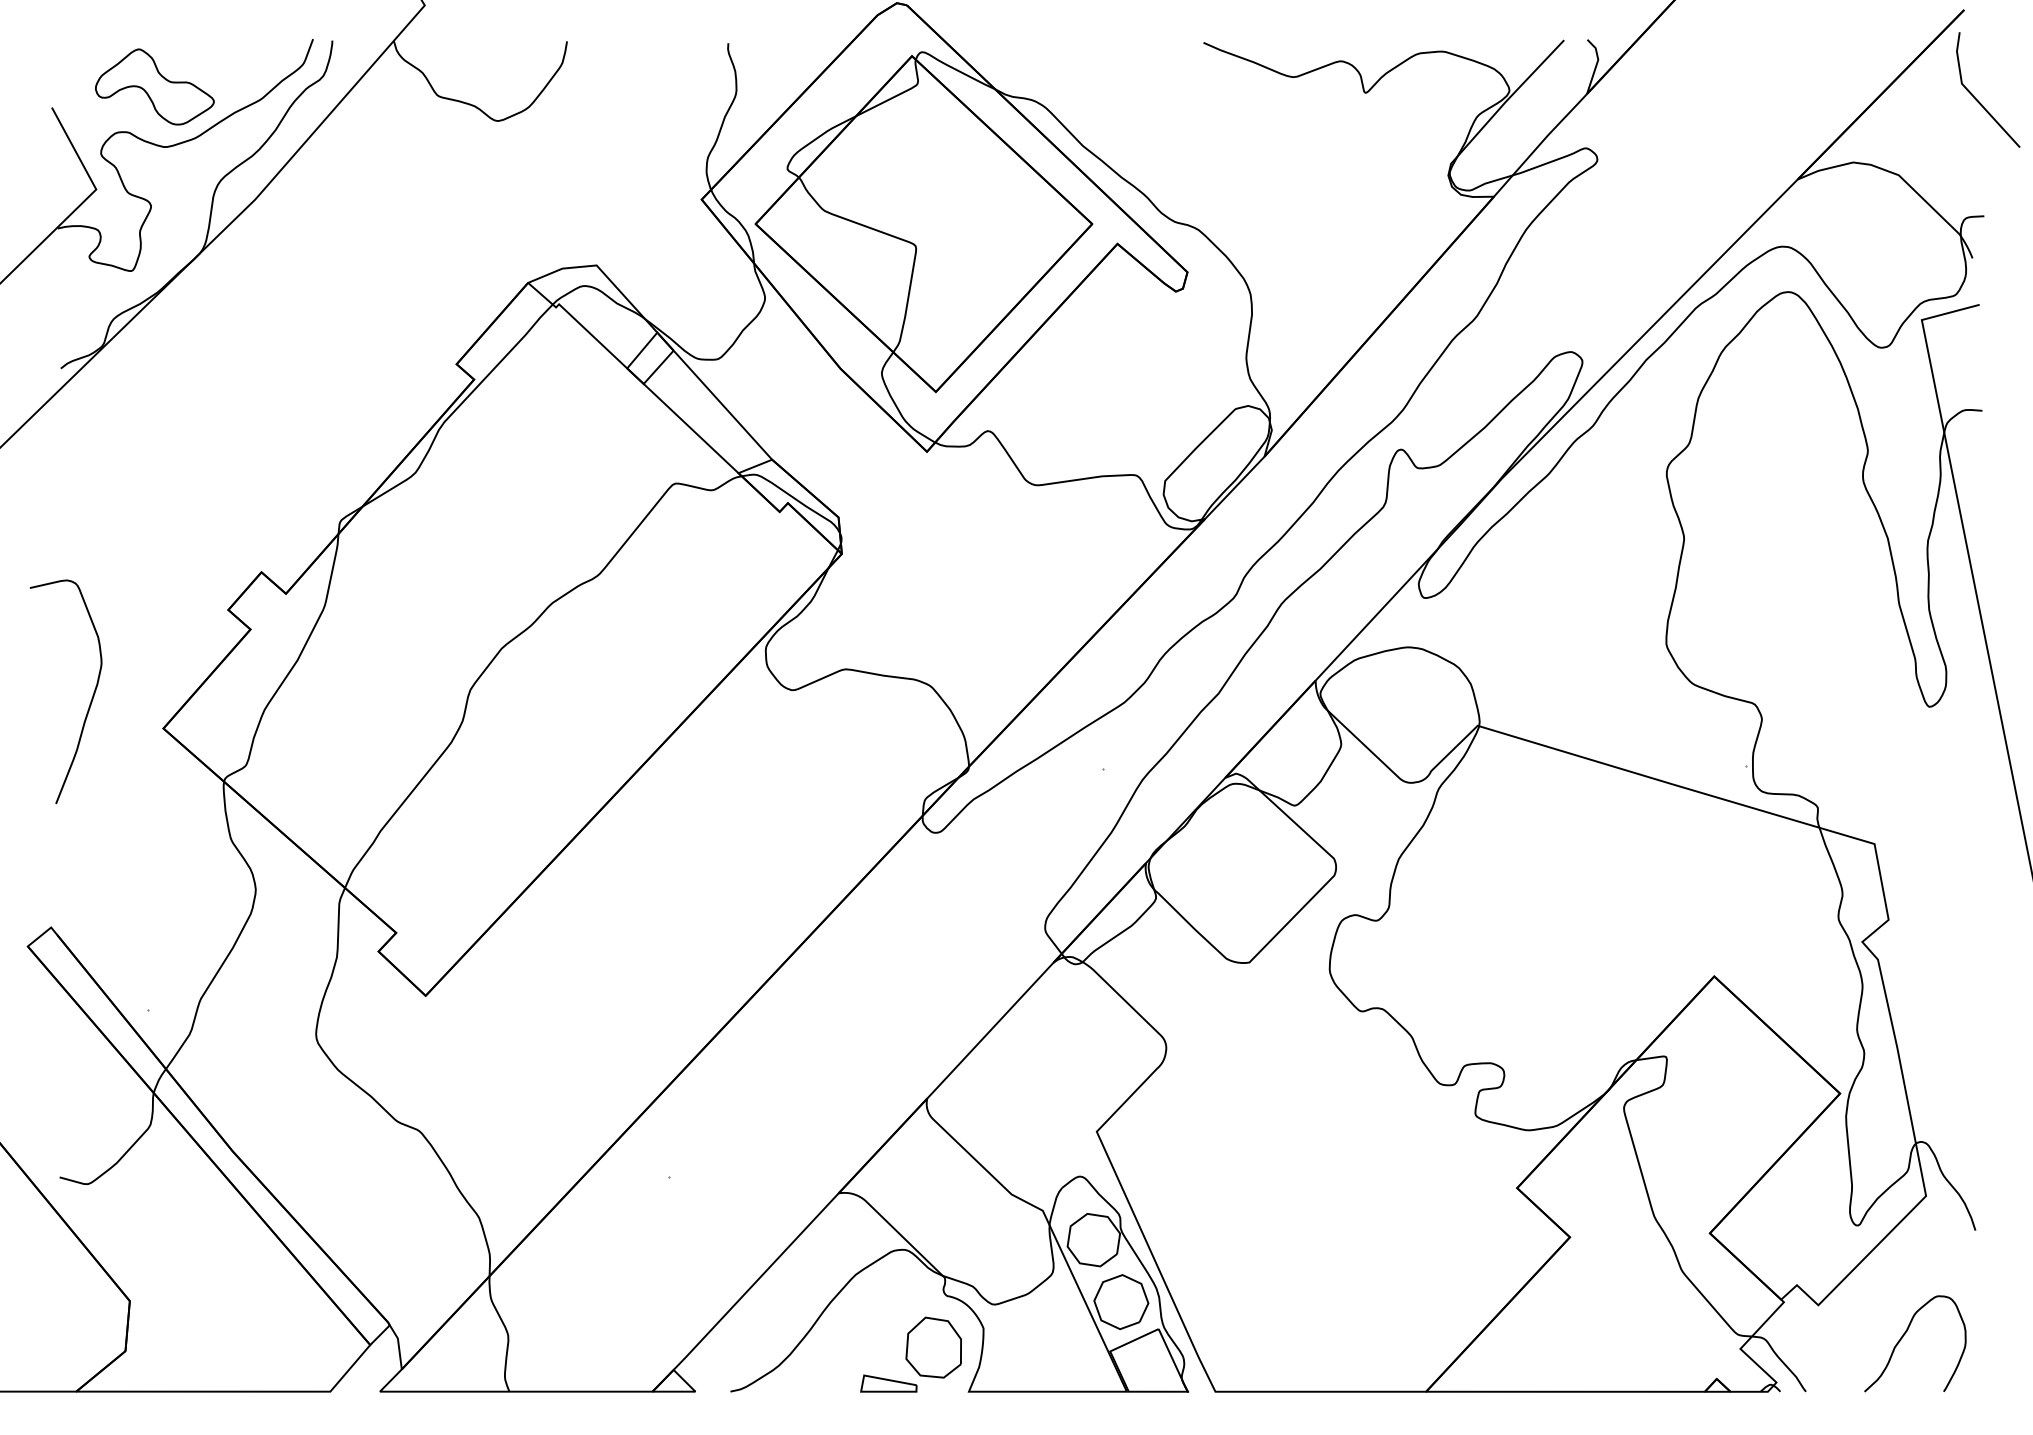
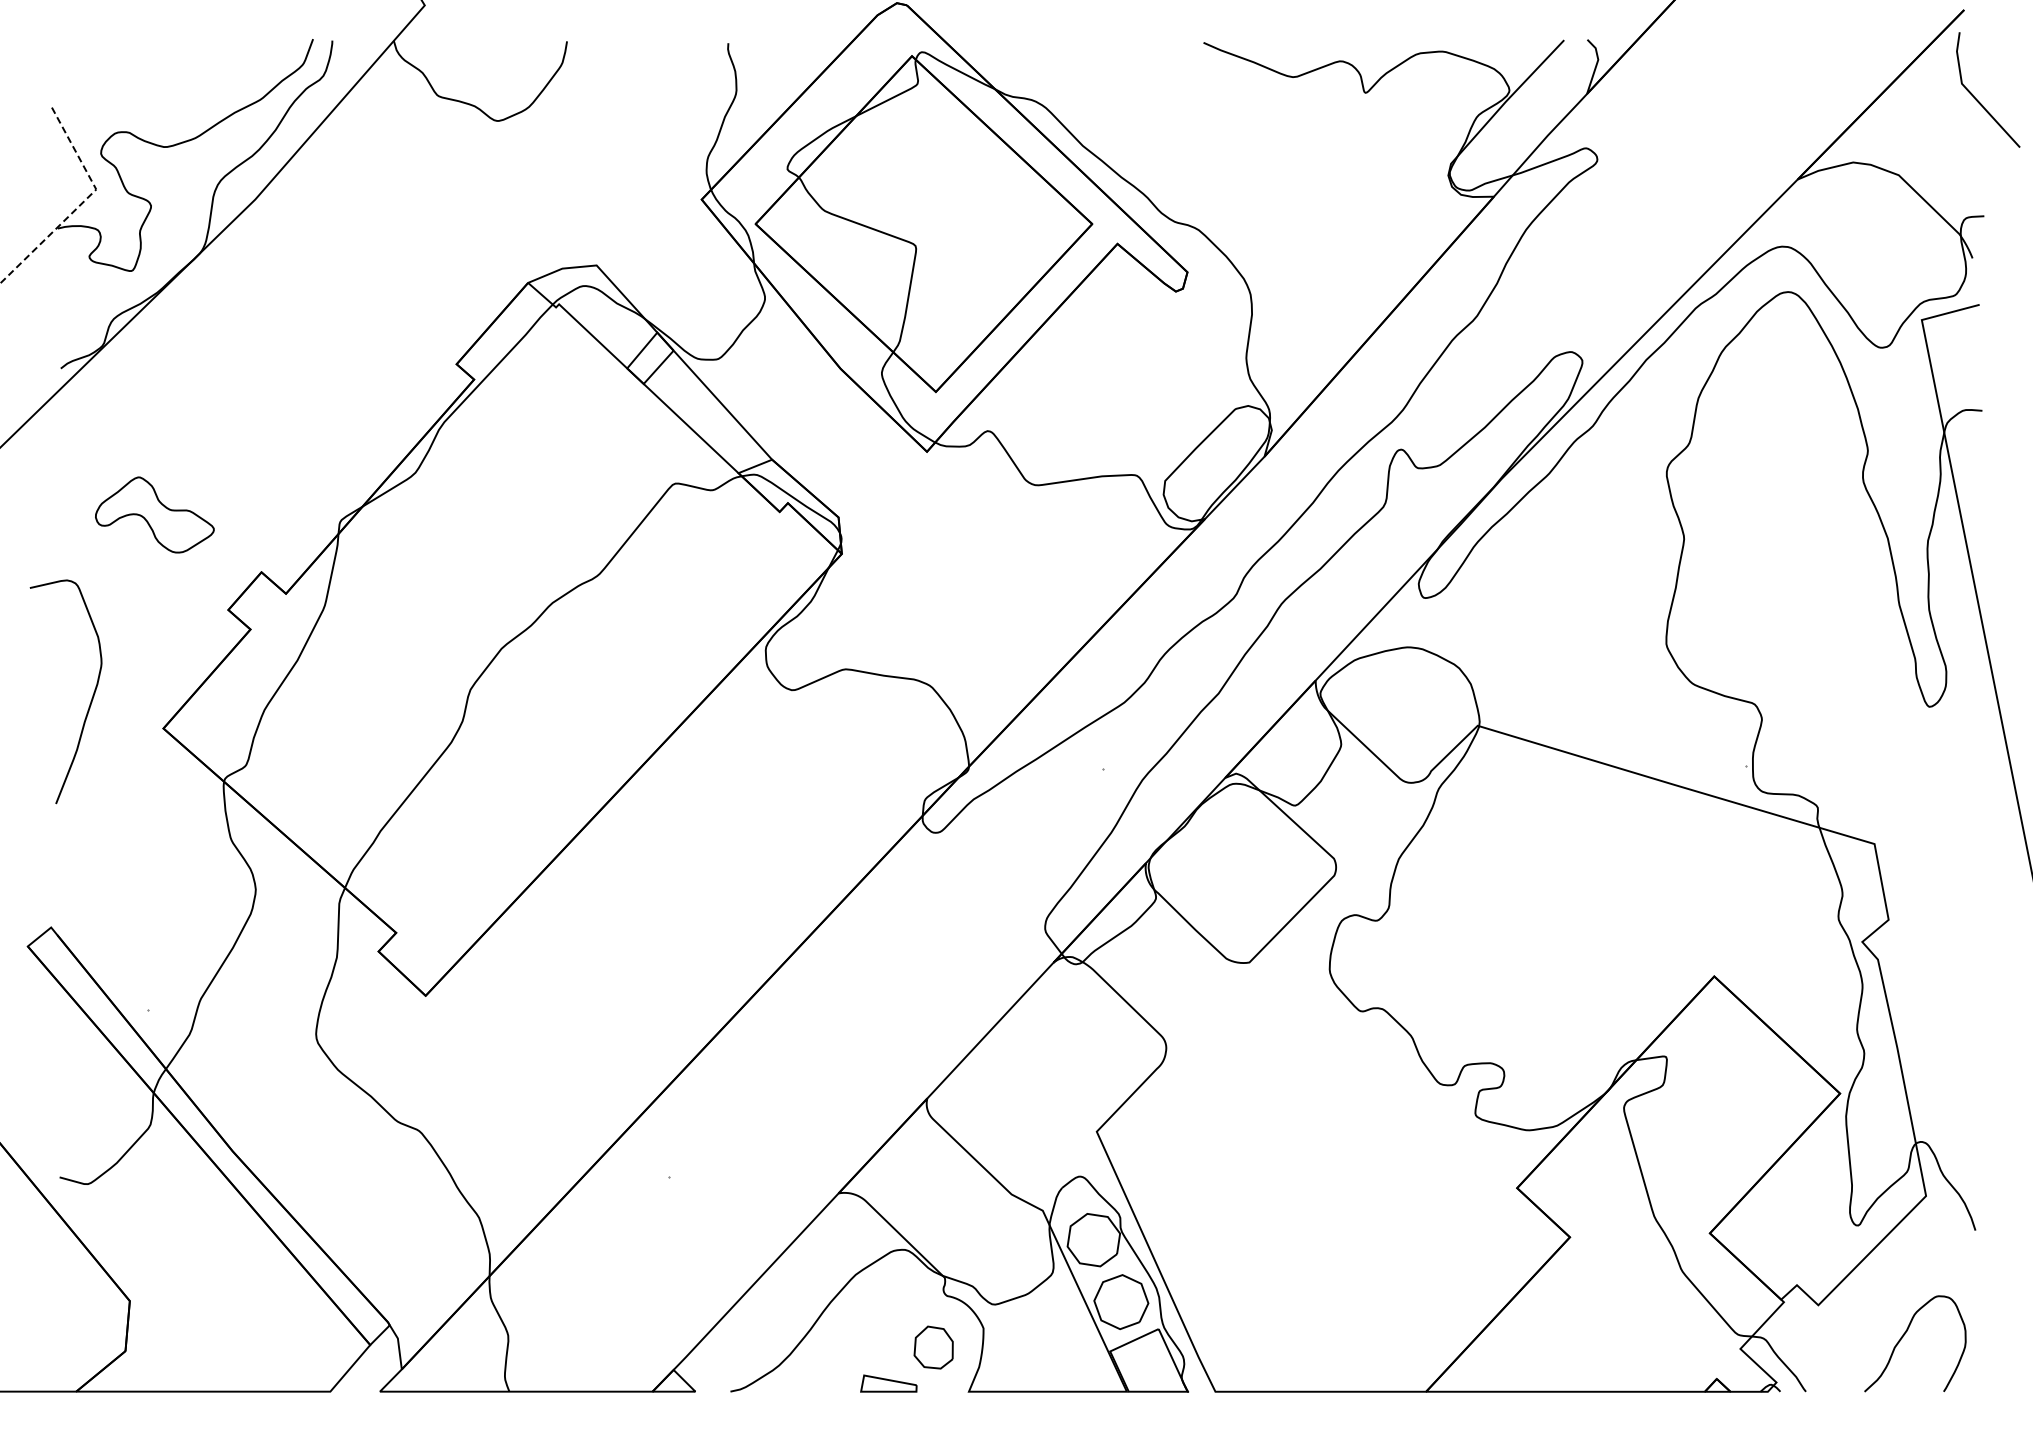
part at (154, 86) position: (154, 86) -> (154, 514)
line at (82, 203): solid -> dashed
part at (933, 1347) size: 57x63 px -> 41x45 px
